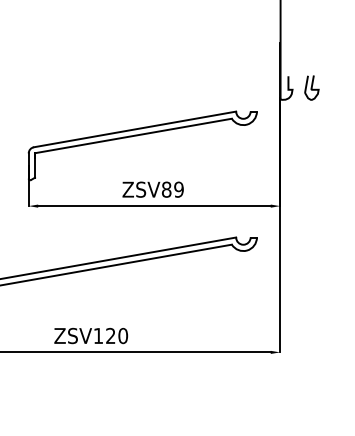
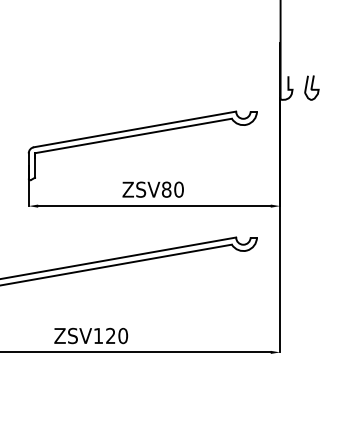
text at (178, 189): ZSV89 -> ZSV80
